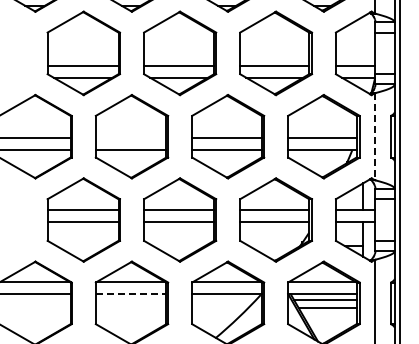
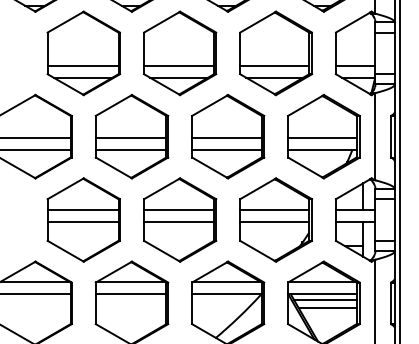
line at (374, 137): dashed -> solid
line at (130, 138): none -> present
line at (131, 294): dashed -> solid
